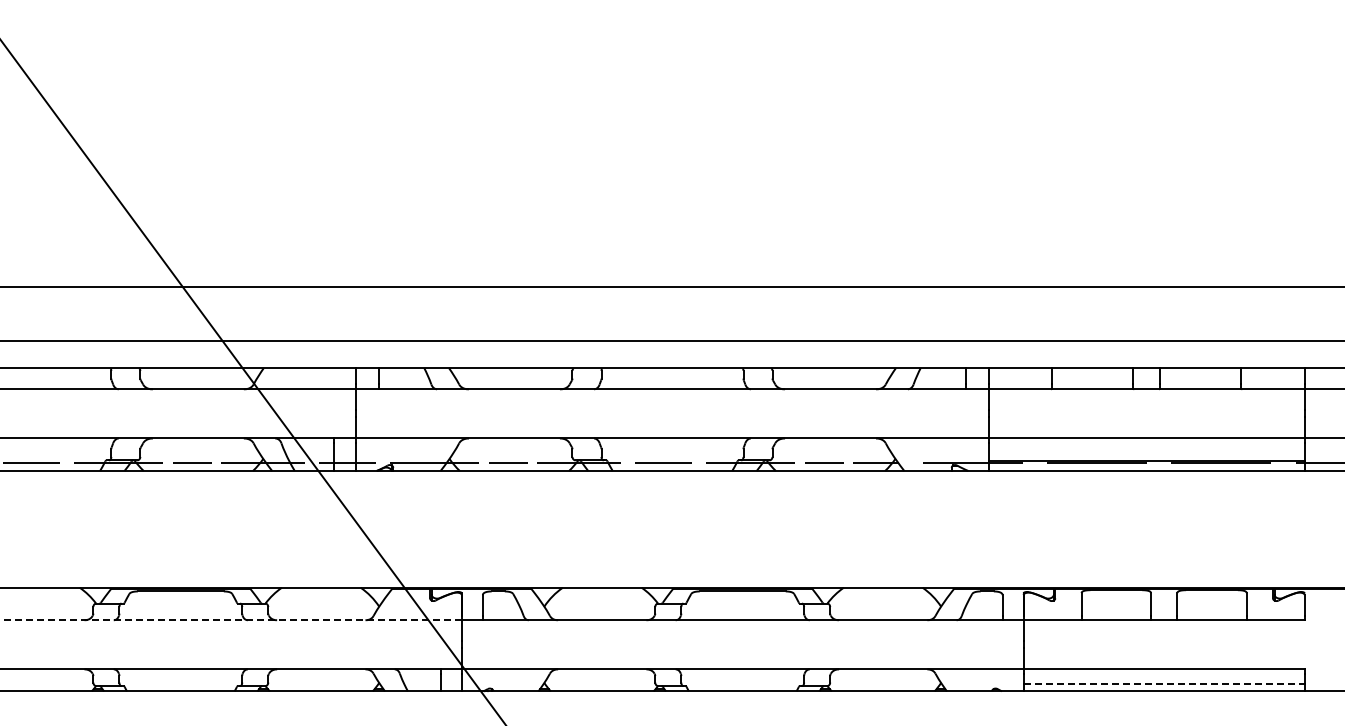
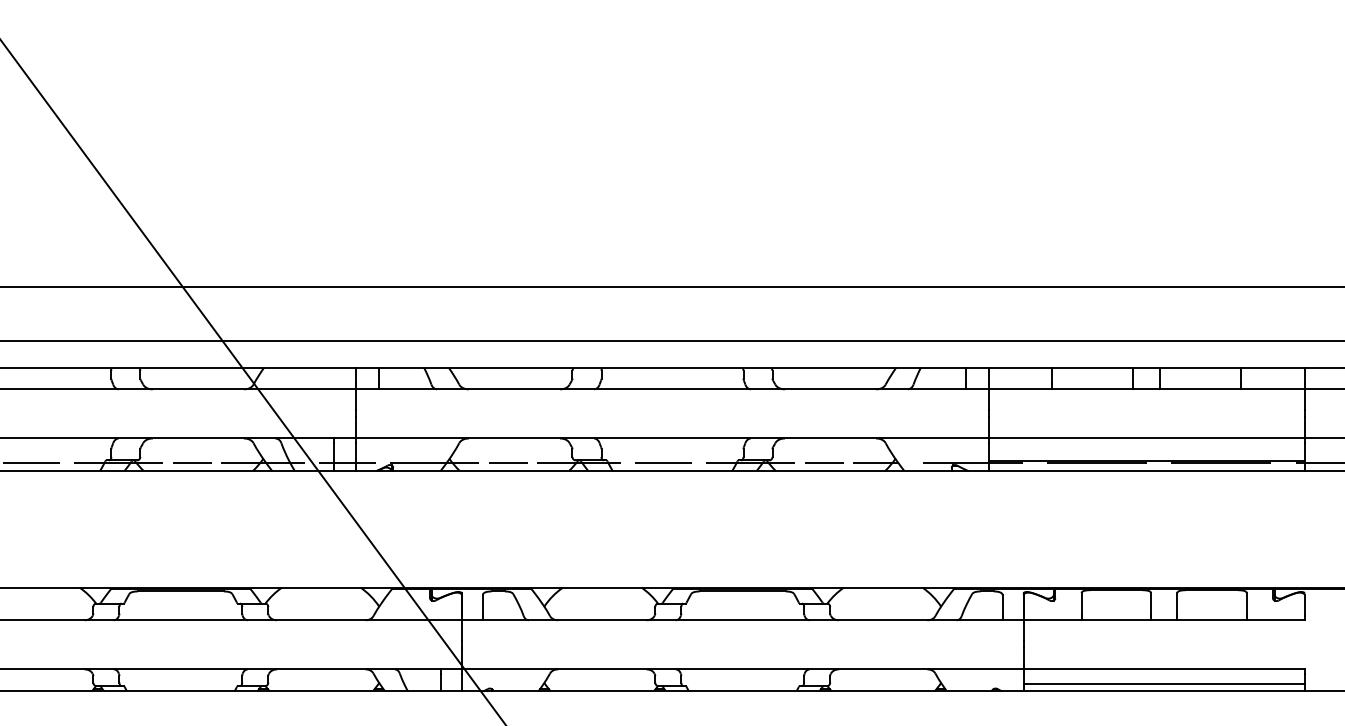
line at (230, 620): dashed -> solid
line at (1164, 684): dashed -> solid
